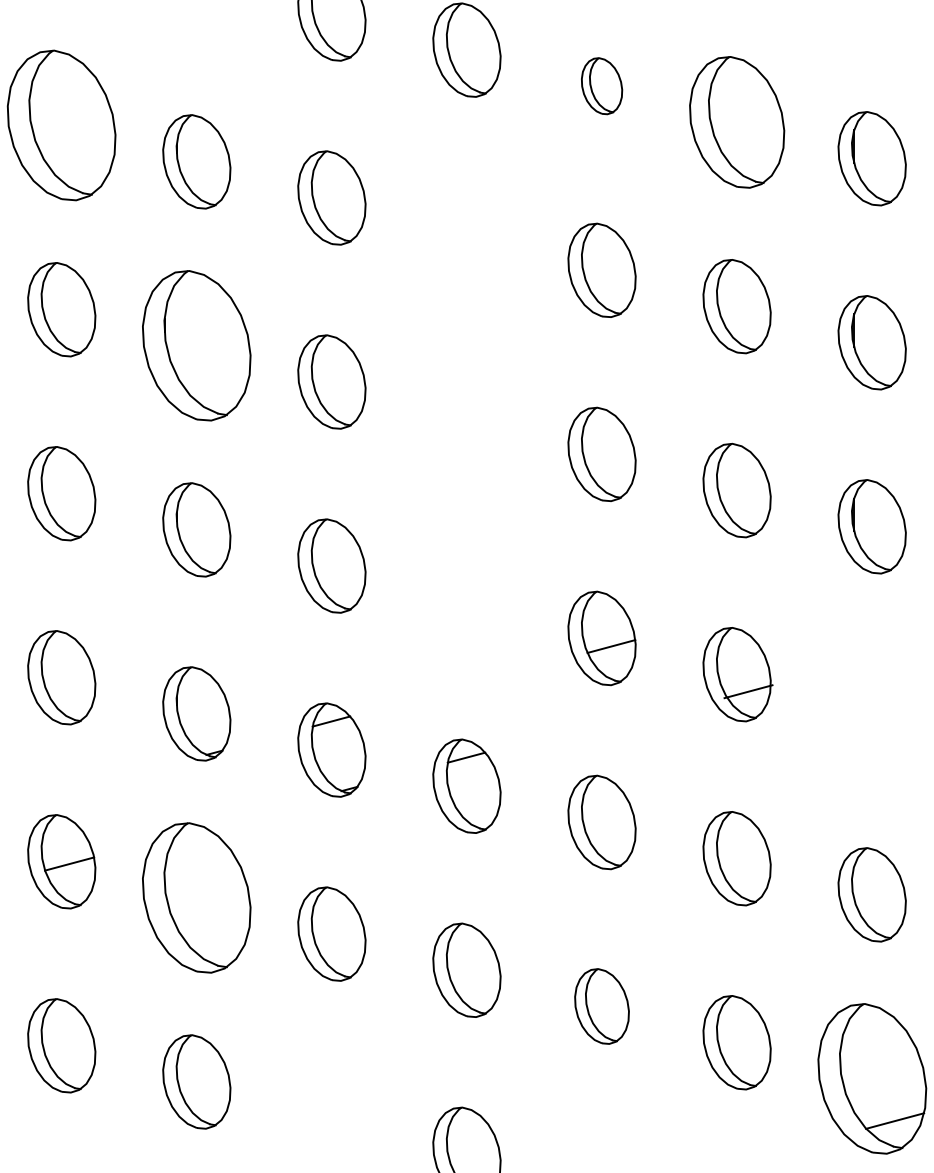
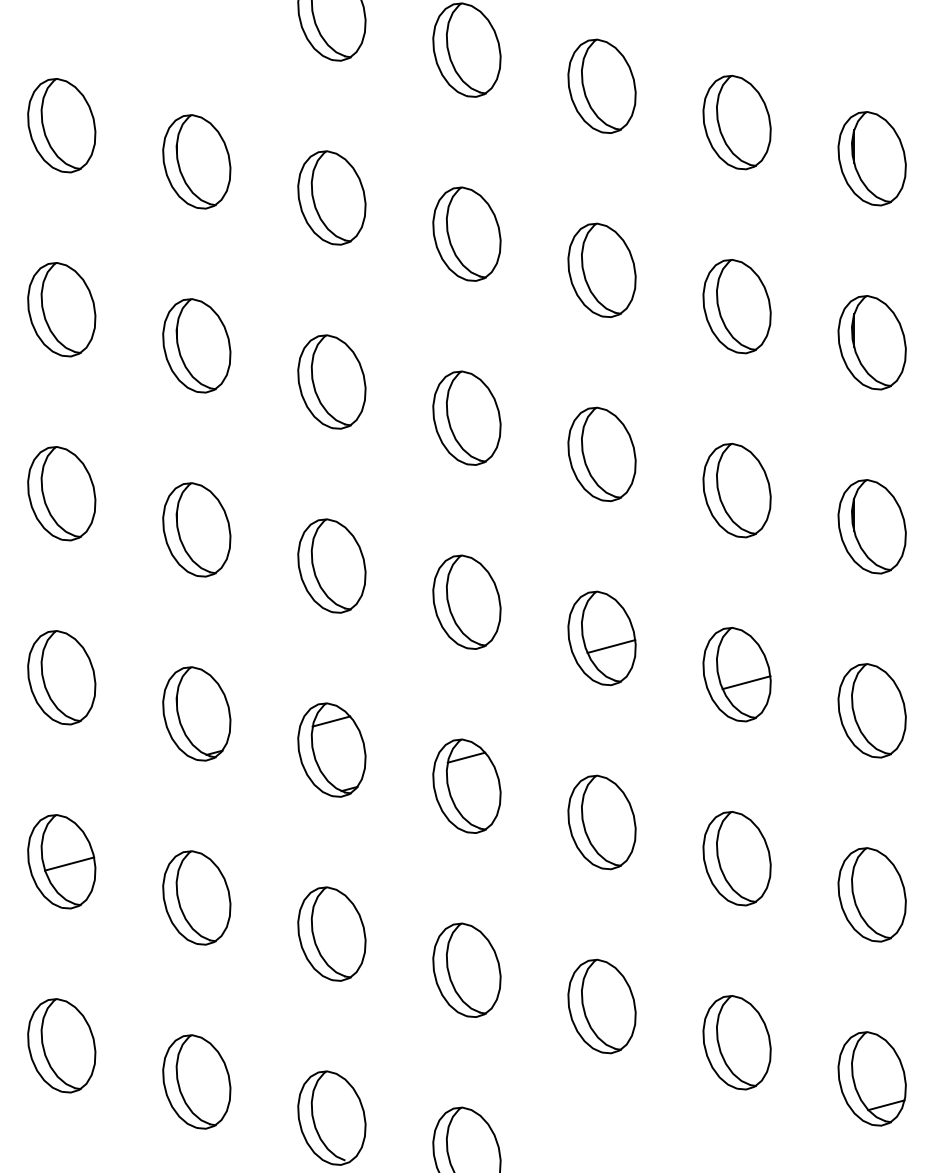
part at (602, 86) size: 43x59 px -> 70x96 px
part at (737, 122) size: 97x133 px -> 70x96 px
part at (61, 125) size: 111x153 px -> 70x96 px
part at (466, 233): none -> present
part at (196, 345) size: 110x152 px -> 70x96 px
part at (466, 417): none -> present
part at (466, 601): none -> present
line at (748, 691) position: (748, 691) -> (746, 682)
part at (871, 710): none -> present
part at (196, 897) size: 110x152 px -> 70x96 px
part at (601, 1006) size: 56x77 px -> 70x97 px
part at (872, 1078) size: 111x152 px -> 70x96 px
part at (331, 1117): none -> present
